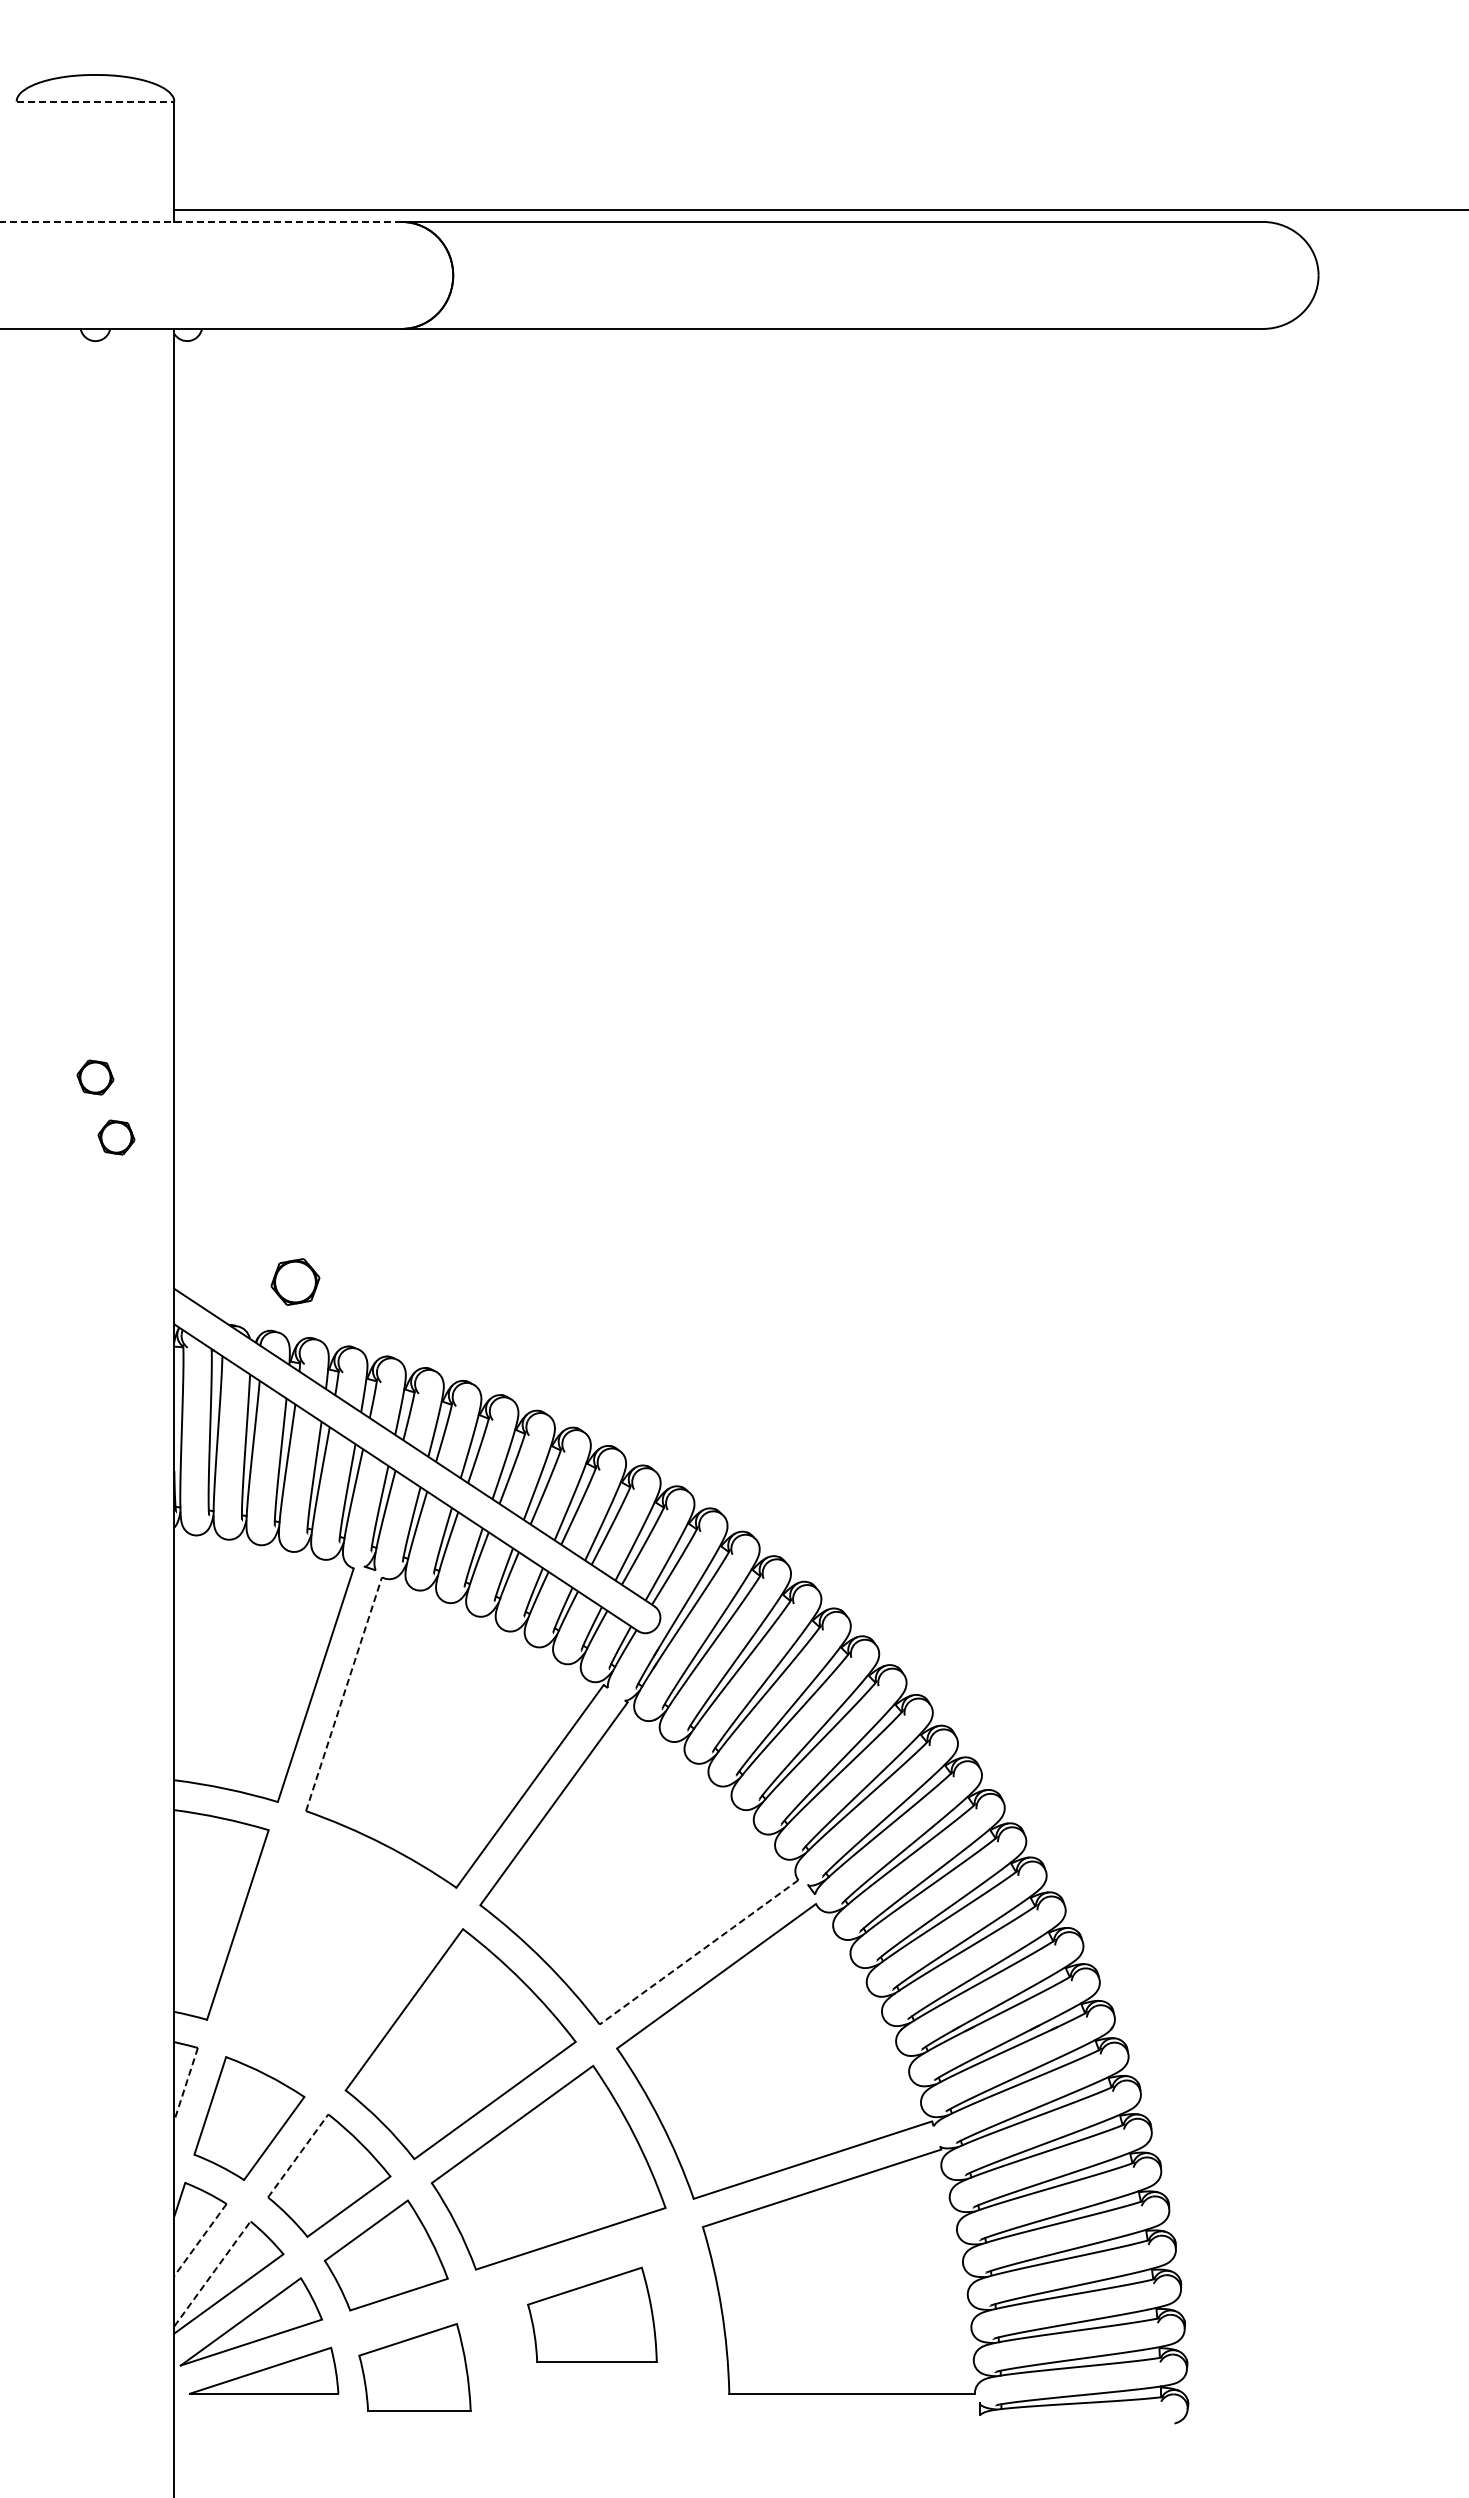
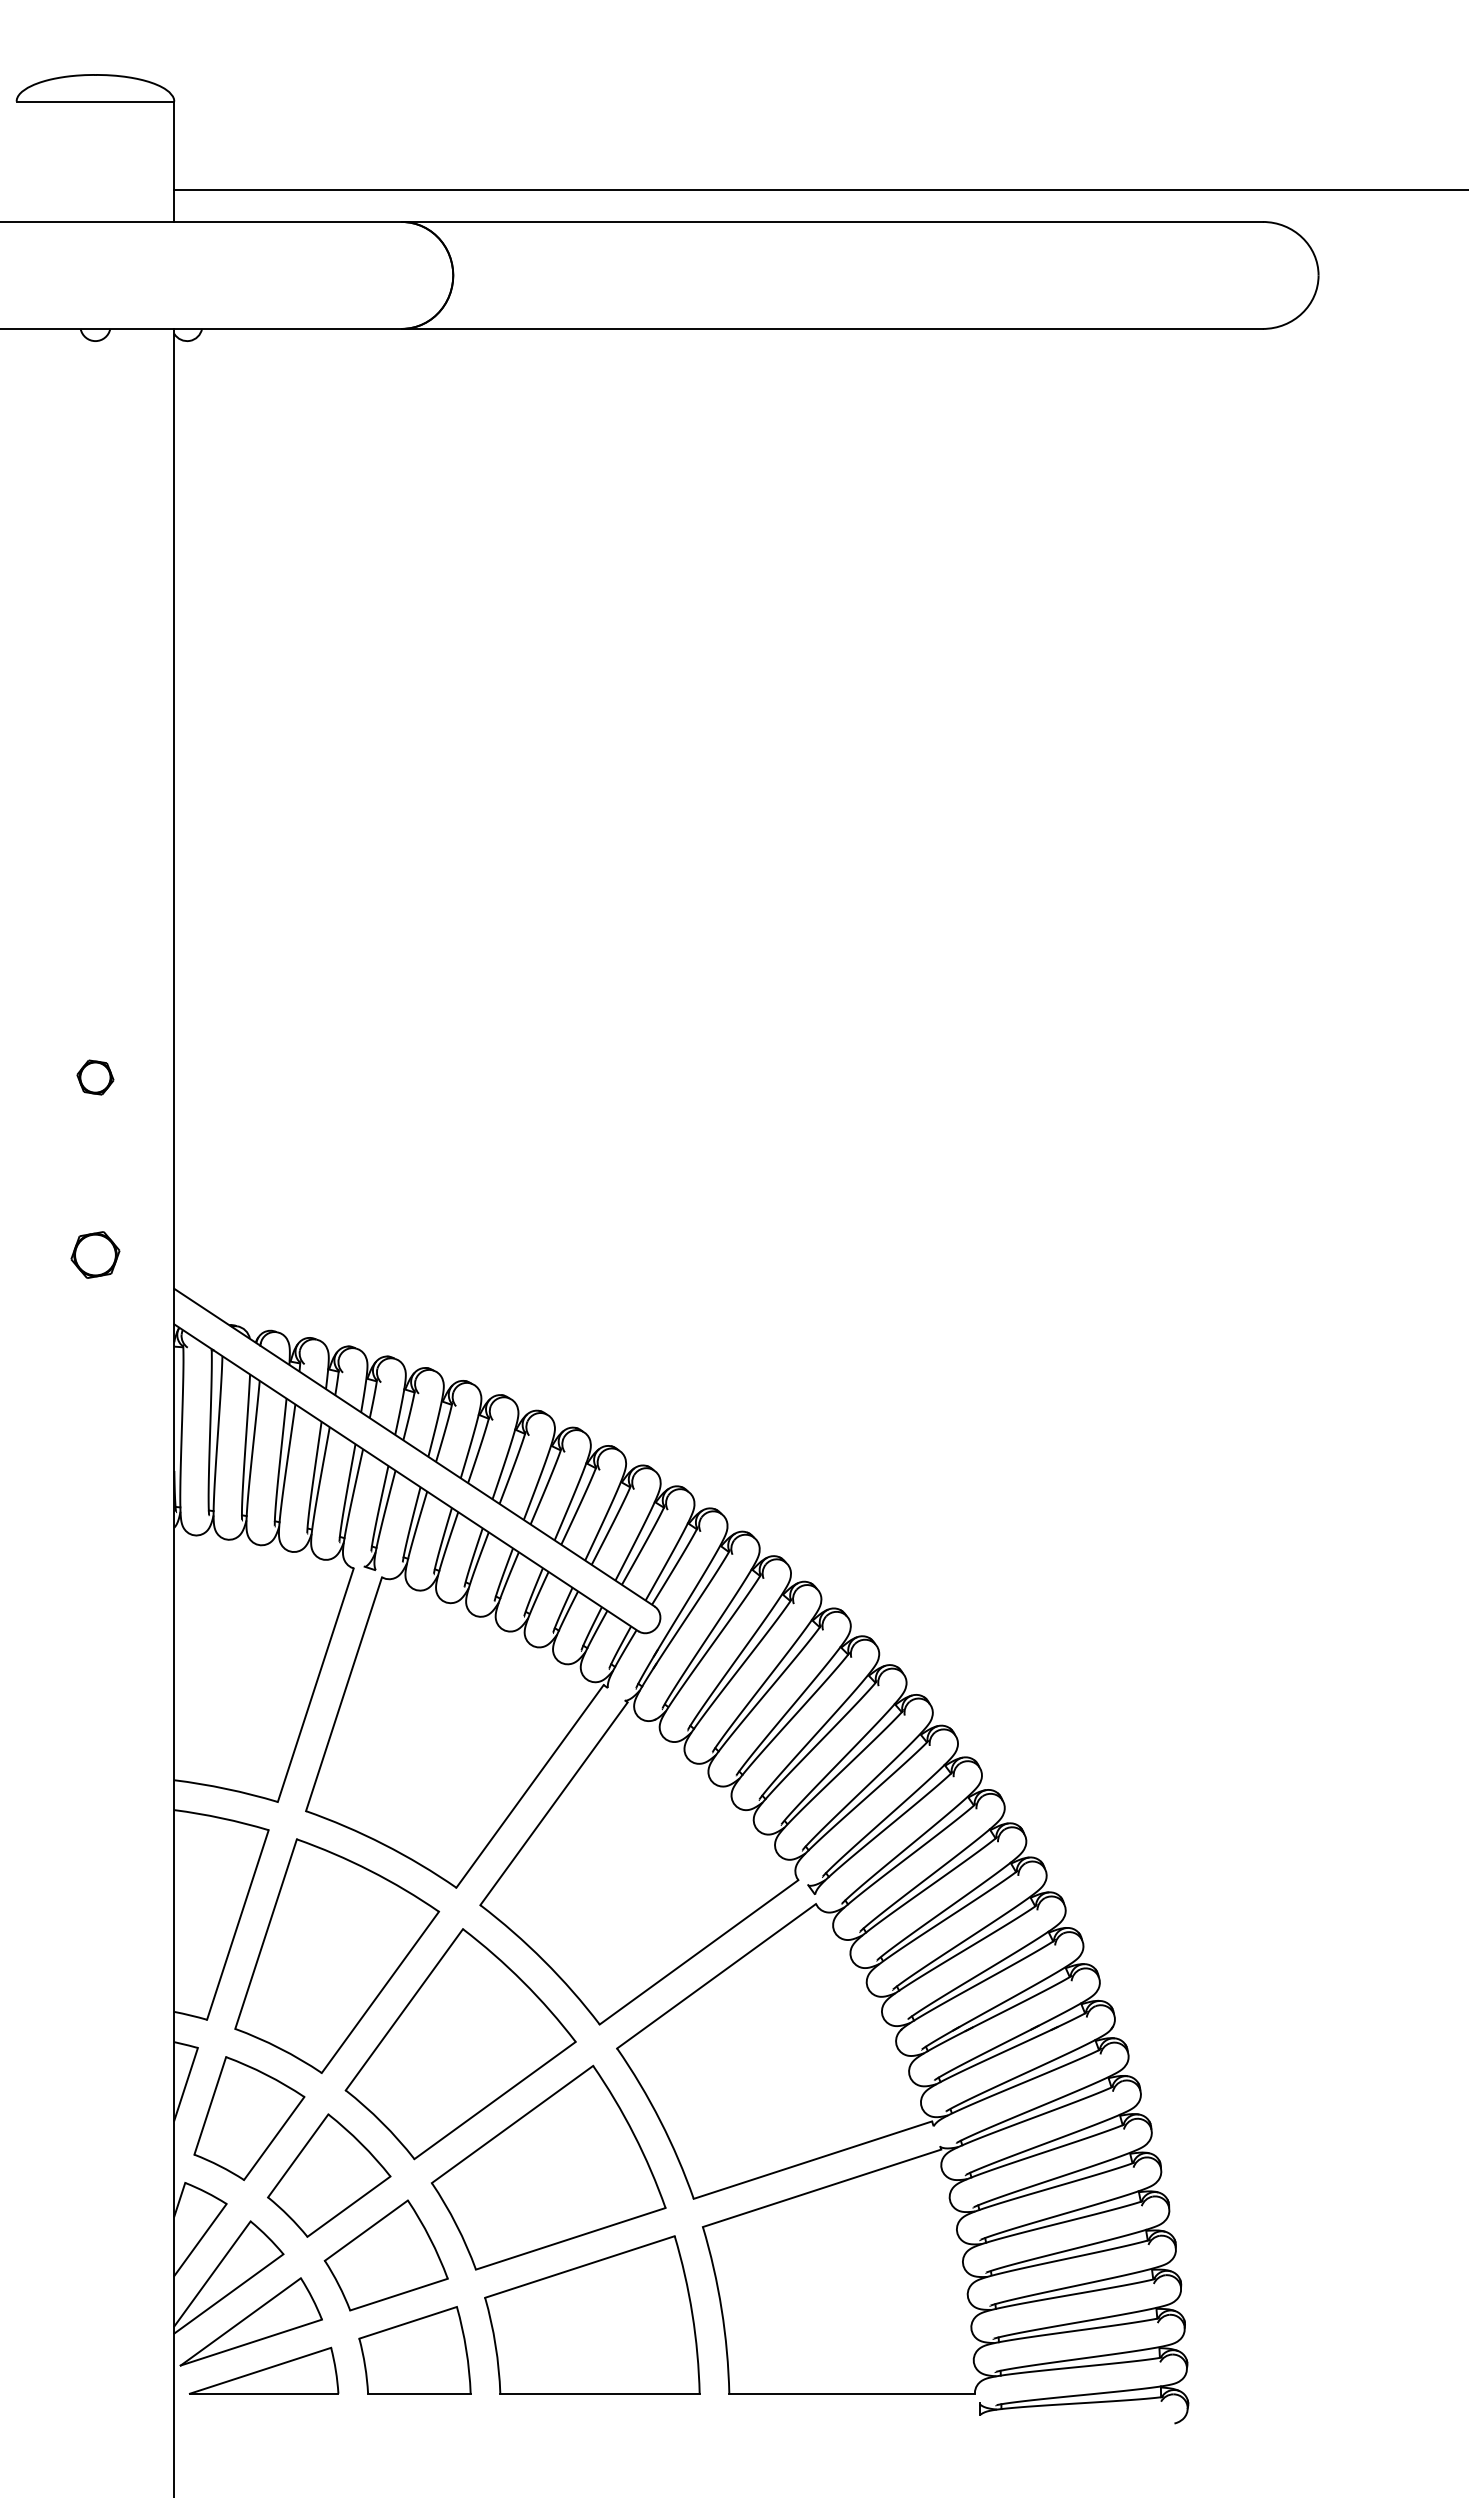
line at (95, 101): dashed -> solid
line at (819, 210) position: (819, 210) -> (819, 190)
line at (200, 221): dashed -> solid
part at (116, 1137): present -> none
part at (295, 1281) position: (295, 1281) -> (95, 1254)
line at (344, 1694): dashed -> solid
line at (699, 1952): dashed -> solid
part at (337, 1955): none -> present
line at (185, 2084): dashed -> solid
line at (298, 2155): dashed -> solid
line at (200, 2240): dashed -> solid
line at (212, 2273): dashed -> solid
part at (592, 2314) size: 131x97 px -> 217x160 px
part at (414, 2367) position: (414, 2367) -> (414, 2350)
